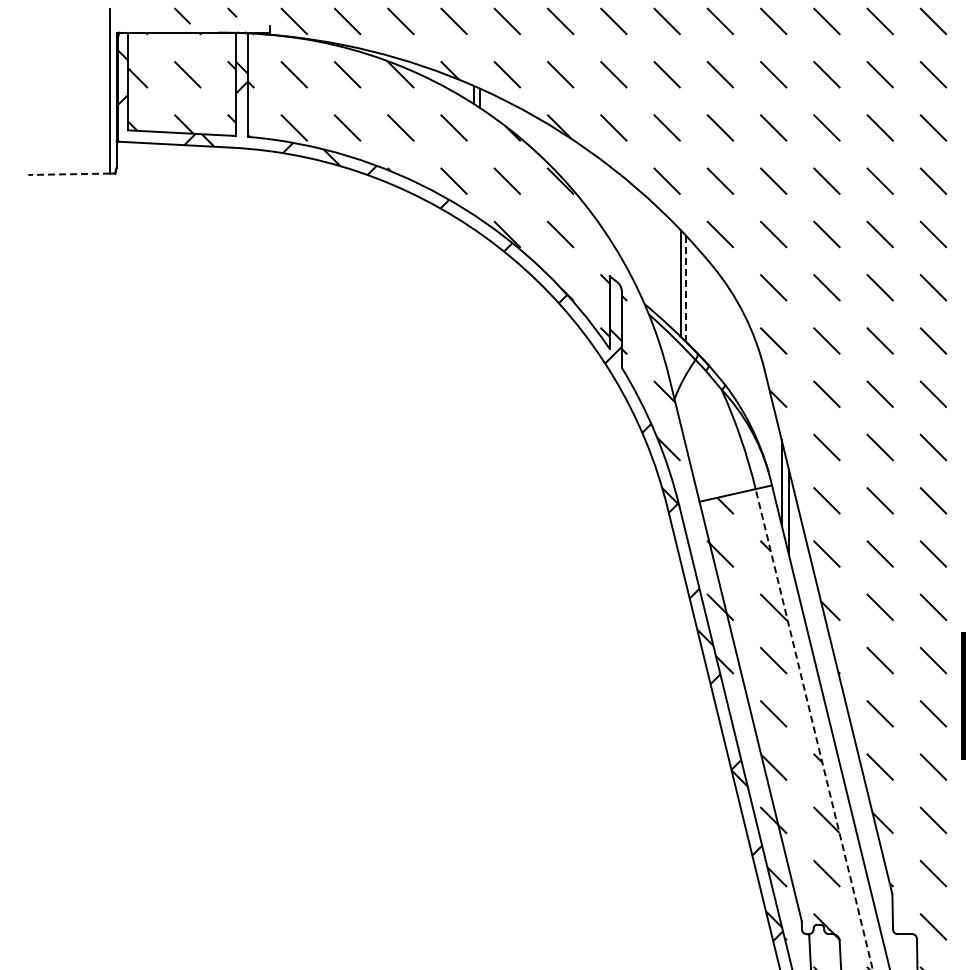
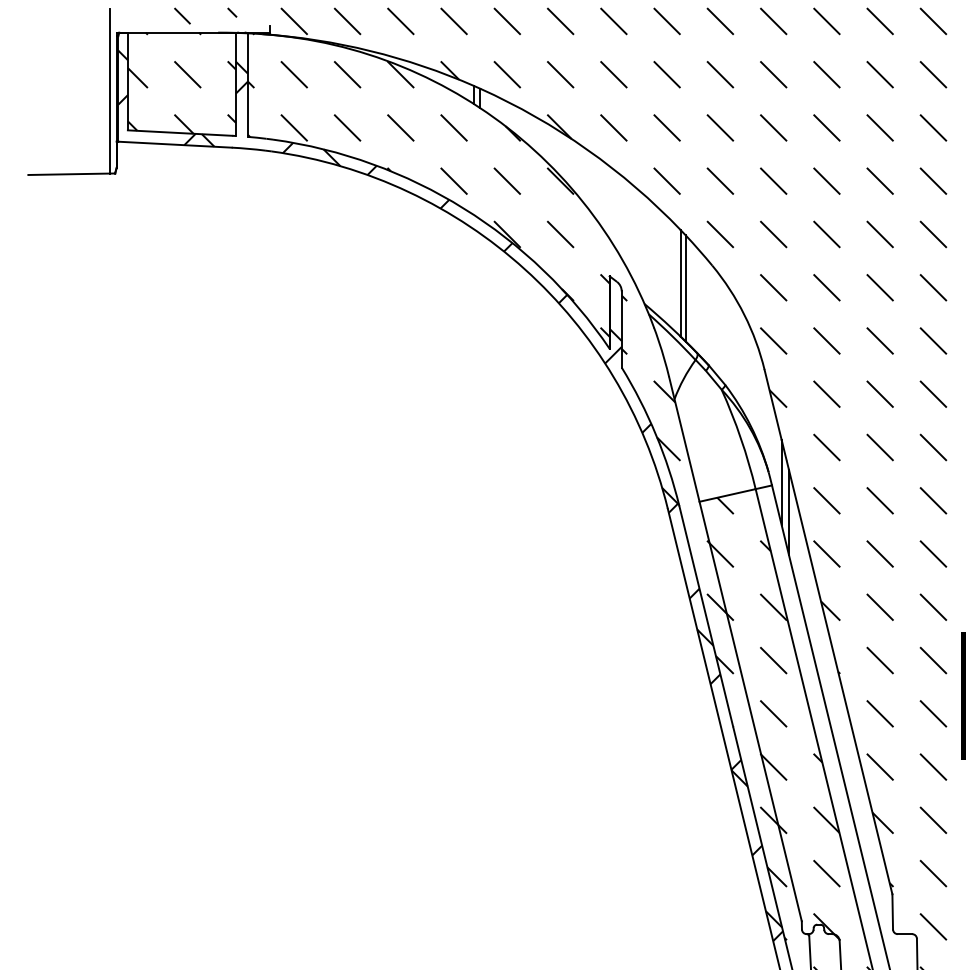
line at (69, 174): dashed -> solid
line at (685, 287): dashed -> solid
line at (814, 728): dashed -> solid
